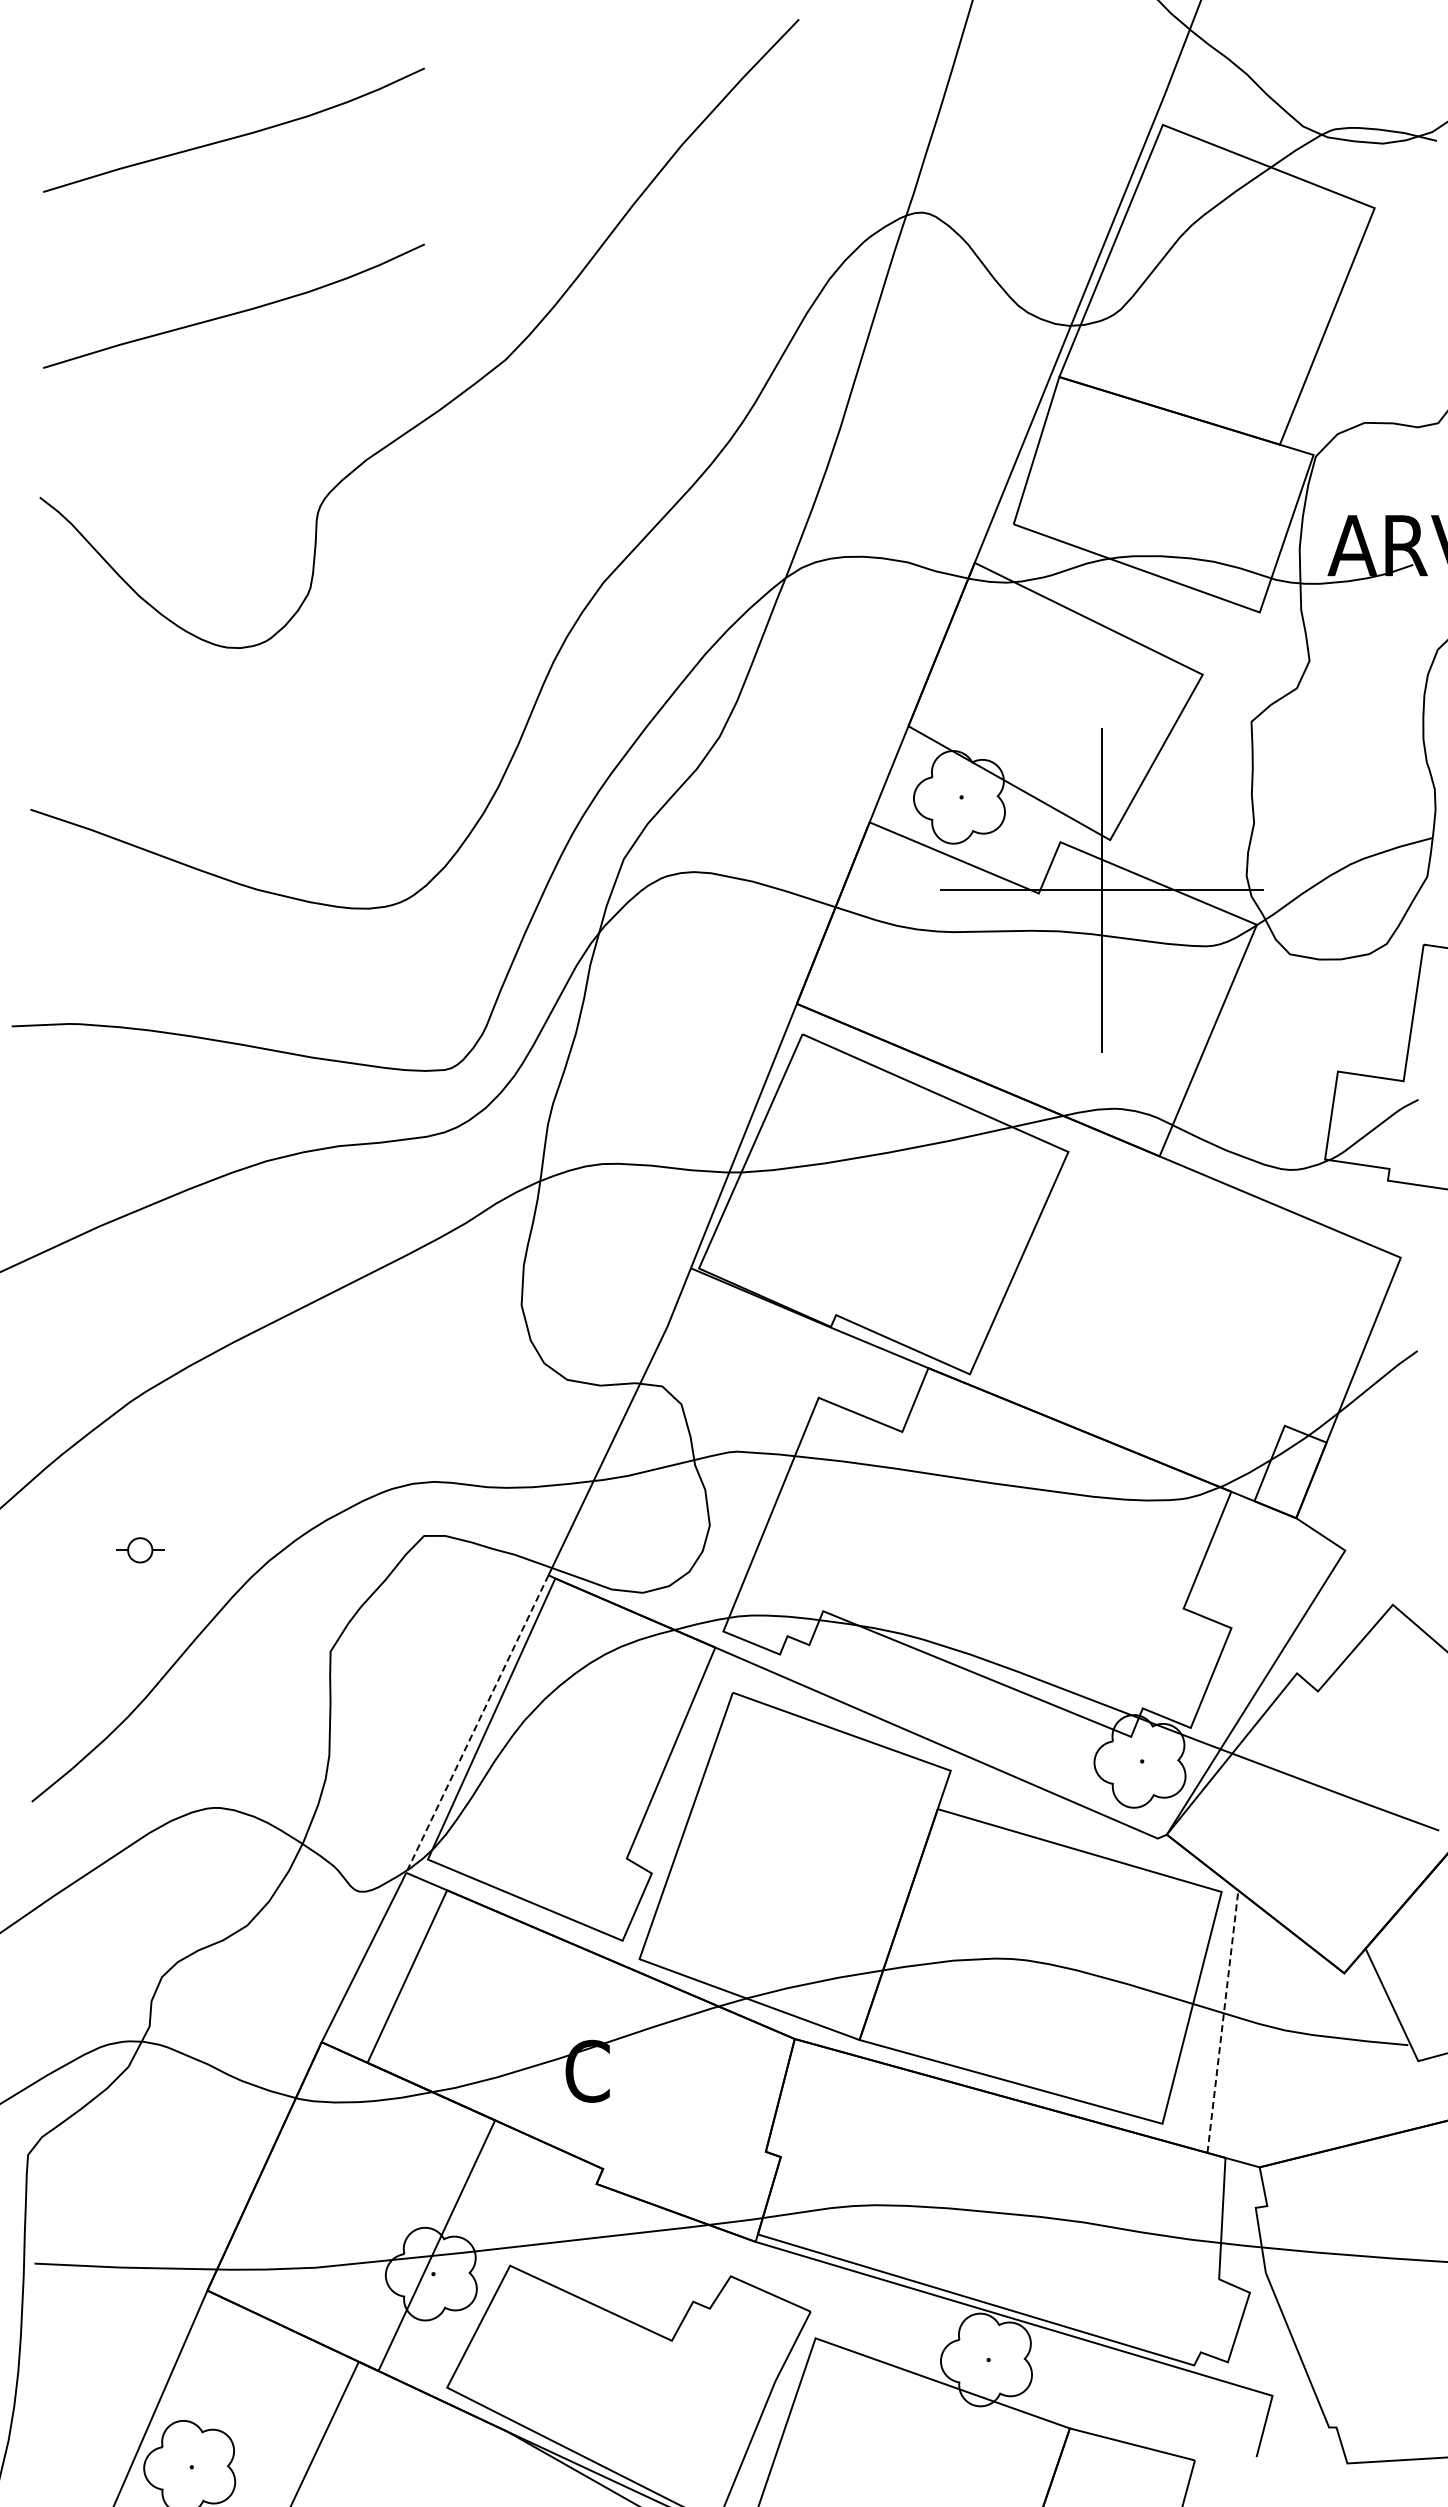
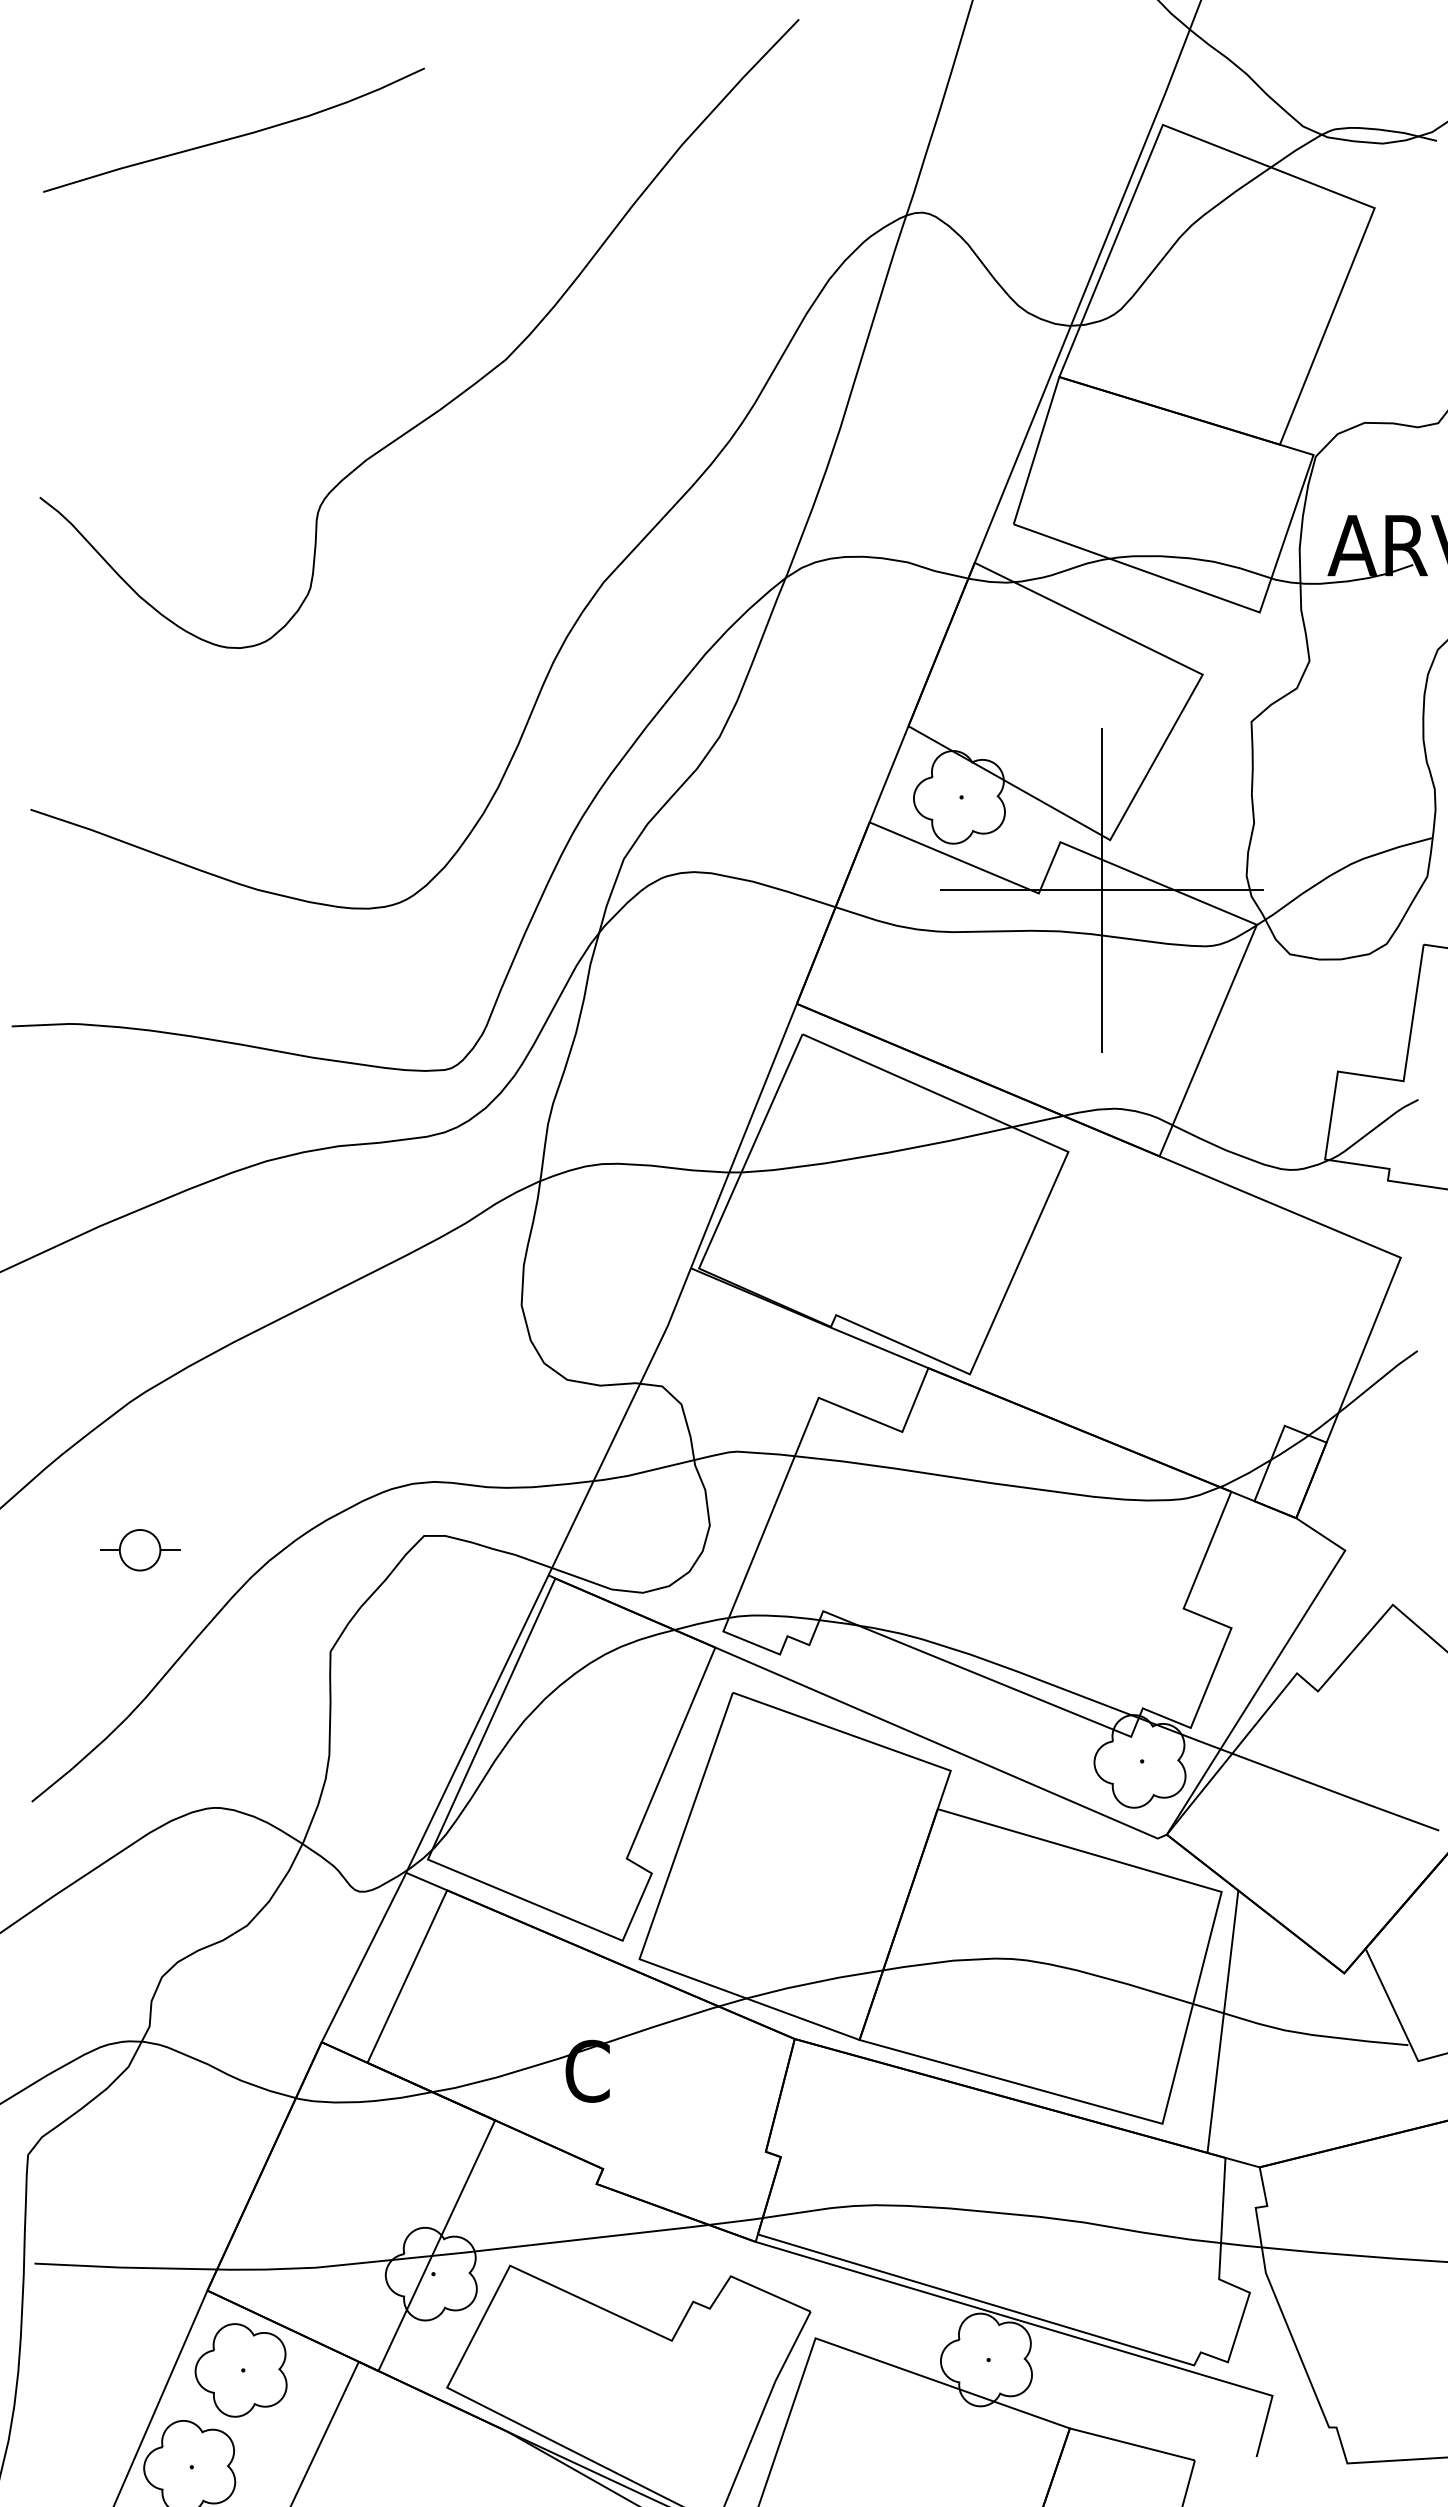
curve at (234, 312): present -> none
part at (140, 1550) size: 49x27 px -> 81x43 px
line at (477, 1724): dashed -> solid
line at (1222, 2021): dashed -> solid
part at (240, 2370): none -> present
